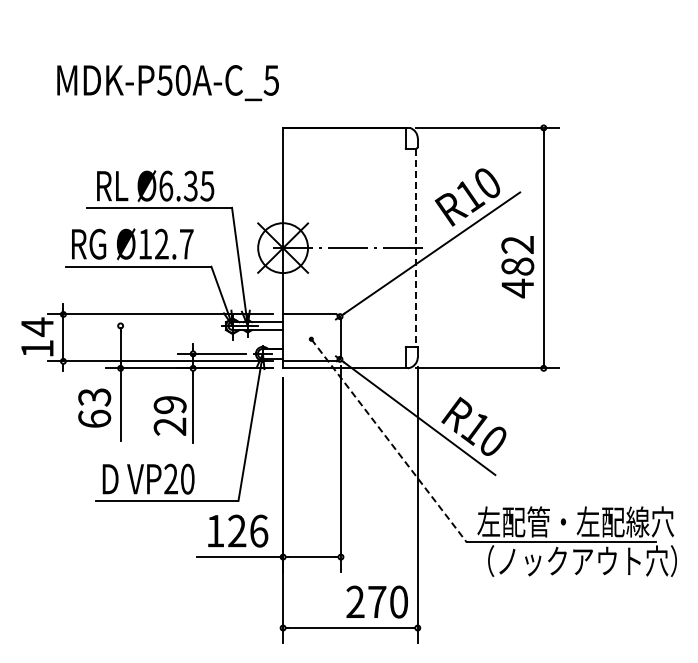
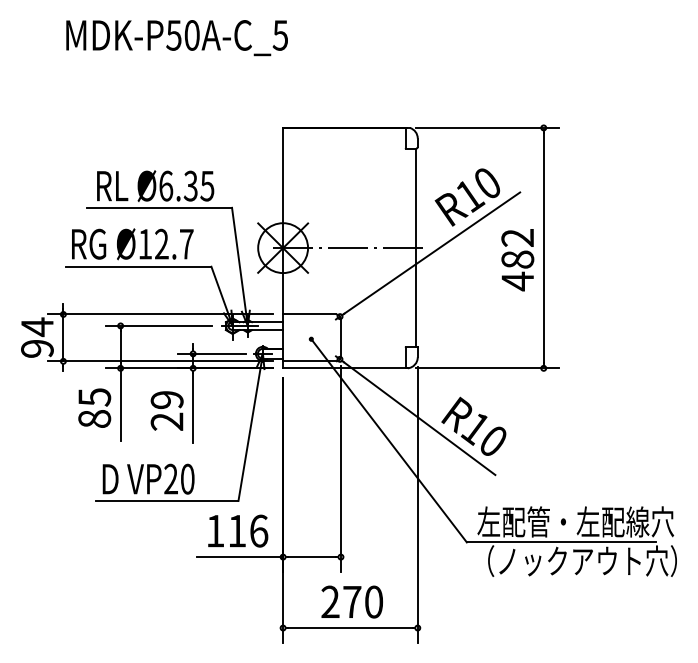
text at (167, 83) position: (167, 83) -> (176, 38)
line at (416, 248): dashed -> solid
text at (517, 267) position: (517, 267) -> (517, 260)
line at (158, 325): none -> present
text at (37, 348): 14 -> 94
text at (94, 407): 63 -> 85
text at (169, 415) position: (169, 415) -> (166, 410)
line at (389, 440): dashed -> solid
text at (237, 530): 126 -> 116
text at (376, 601) position: (376, 601) -> (351, 601)
